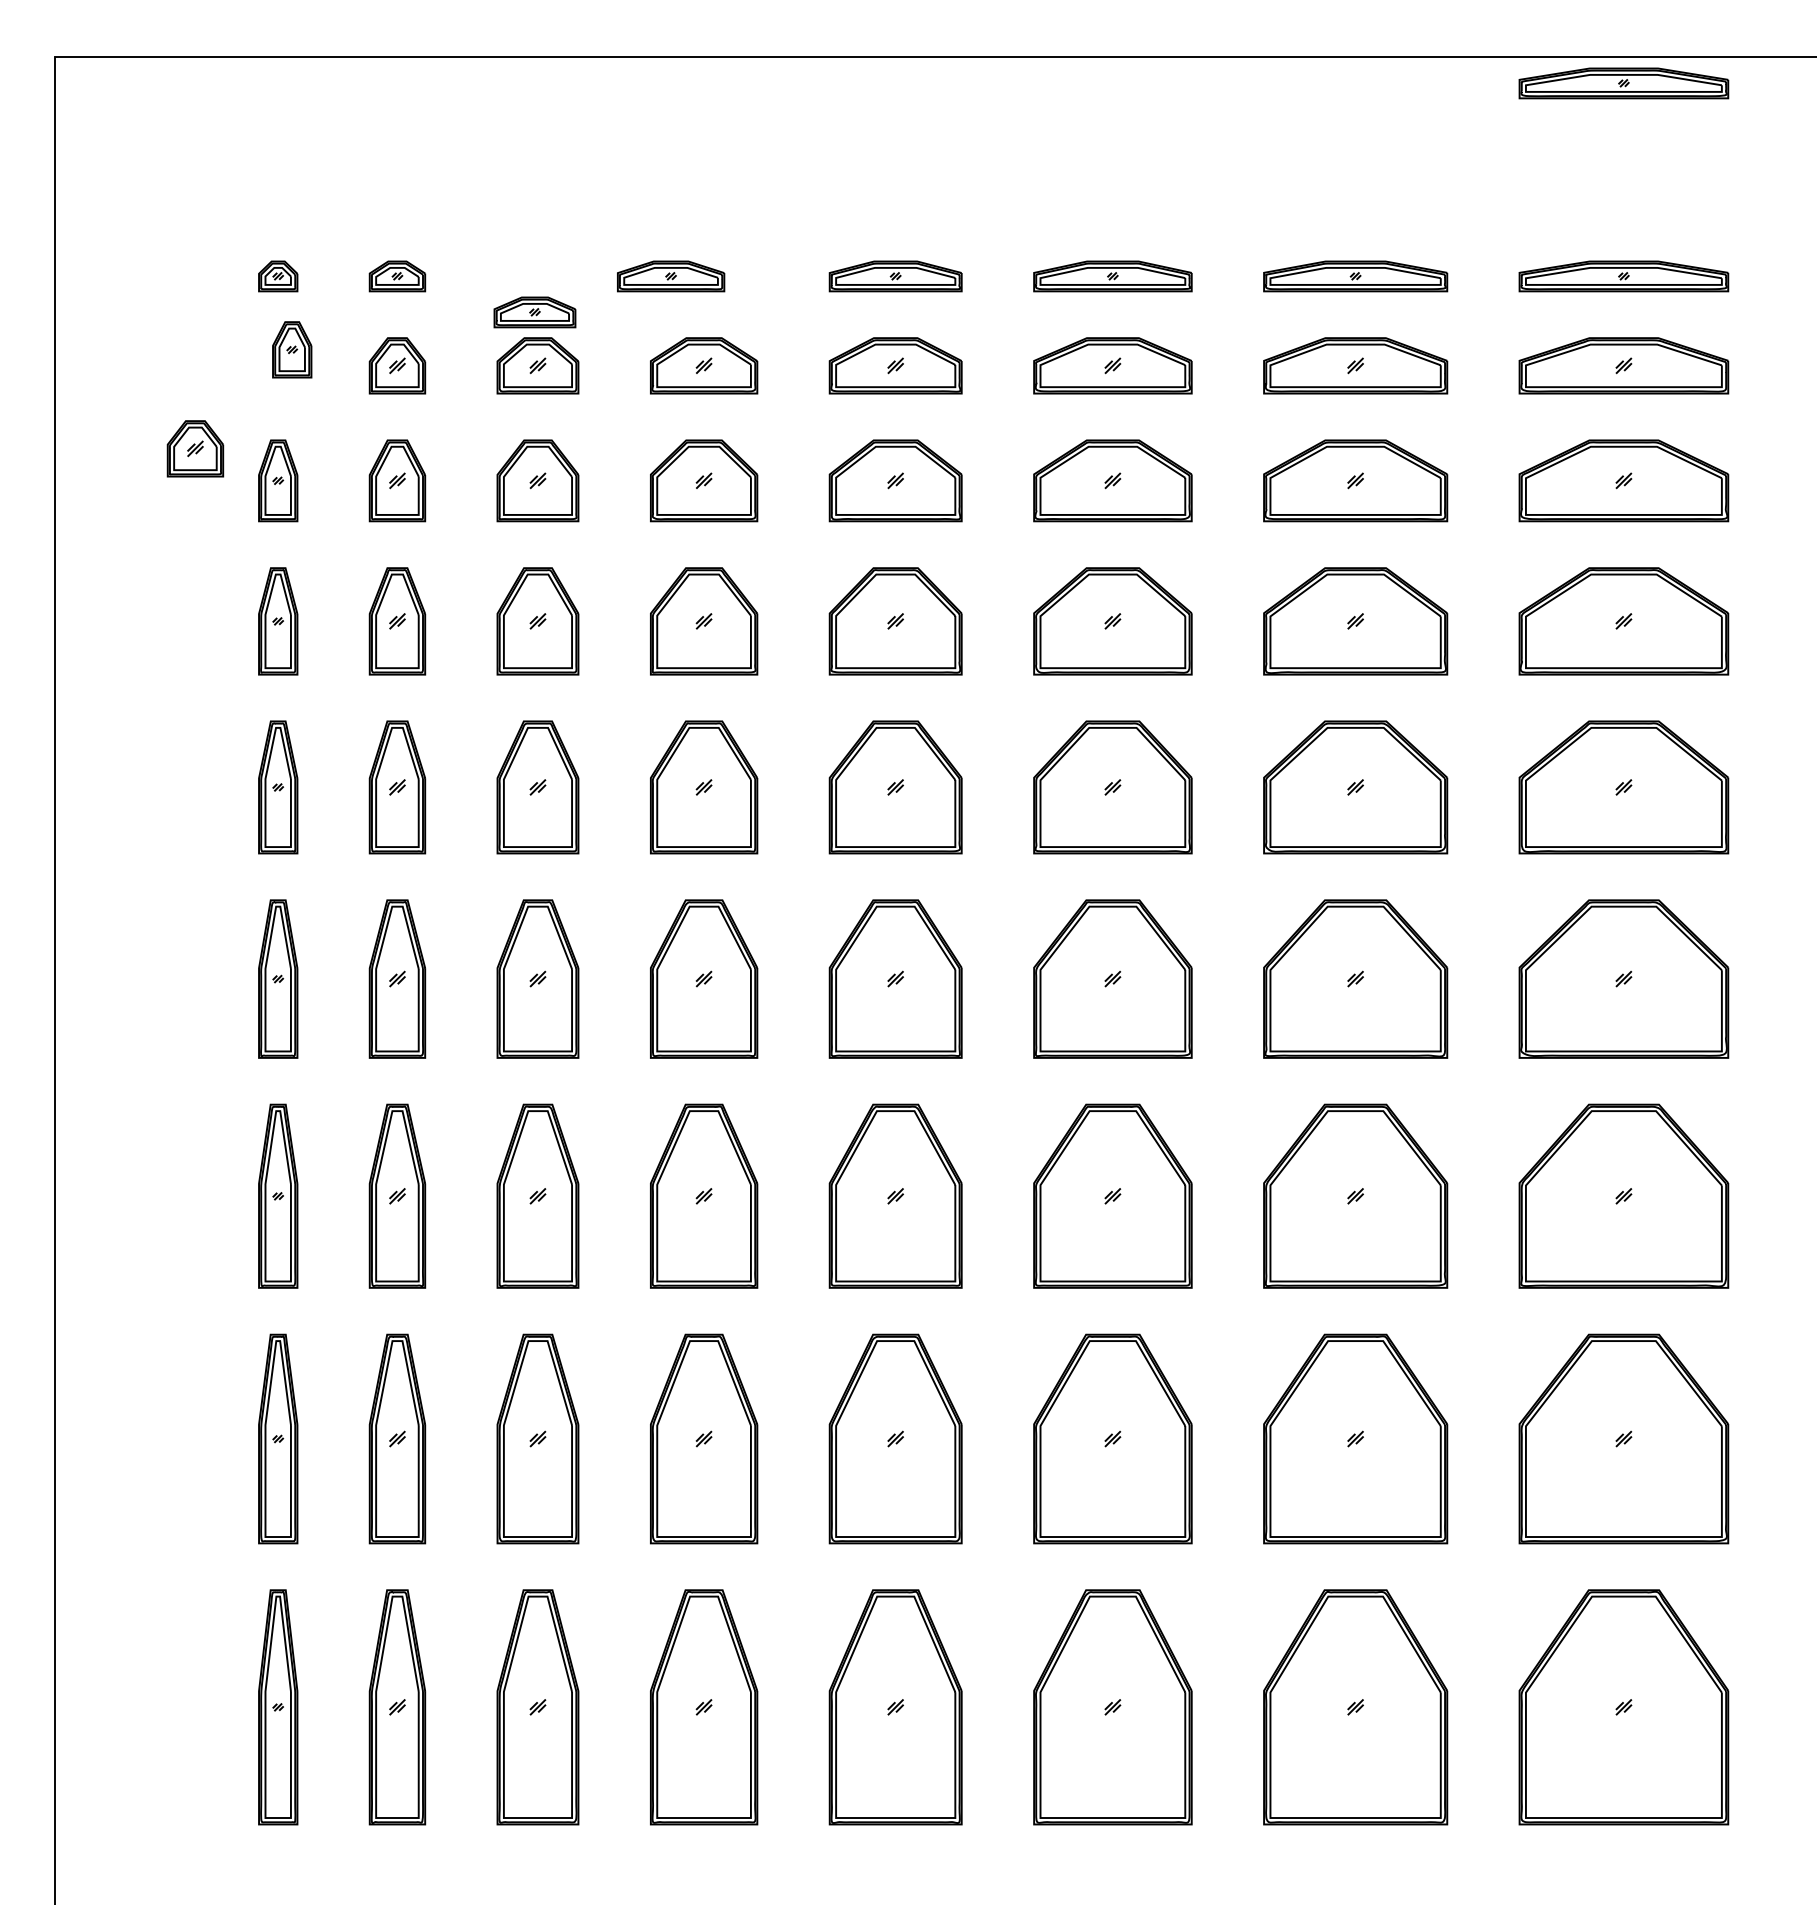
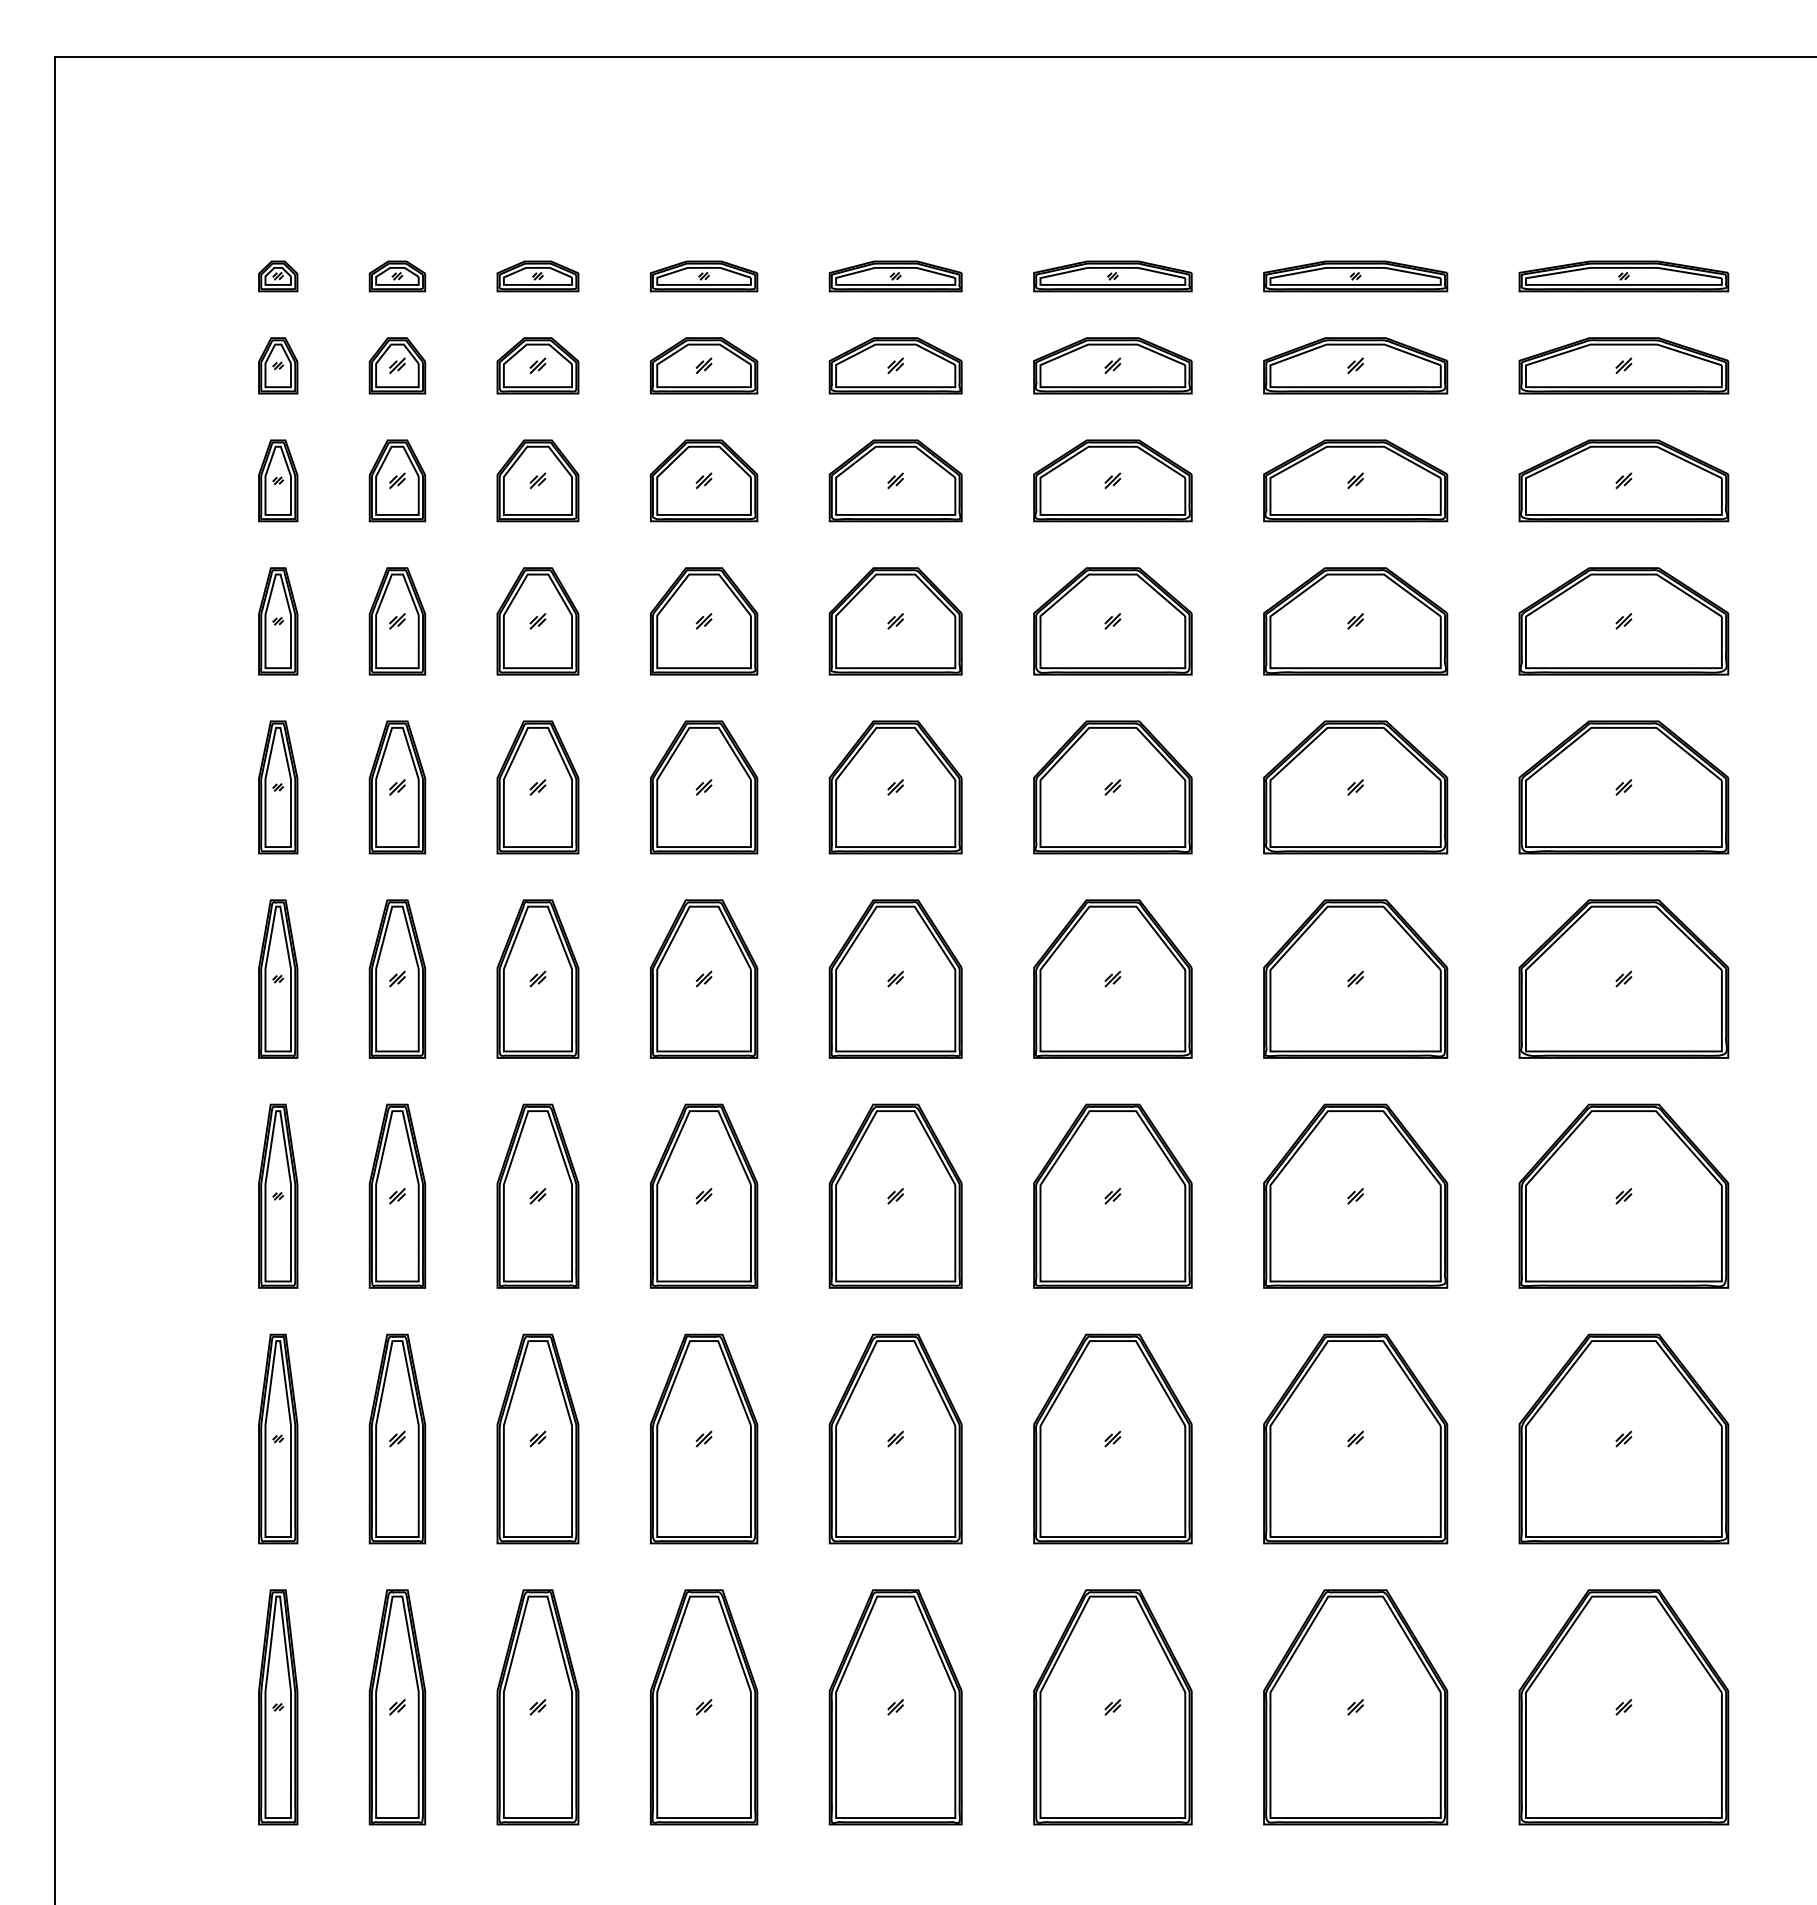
part at (1623, 83): present -> none
part at (671, 276) position: (671, 276) -> (704, 276)
part at (534, 312) position: (534, 312) -> (537, 276)
part at (292, 349) position: (292, 349) -> (278, 365)
part at (195, 448): present -> none
